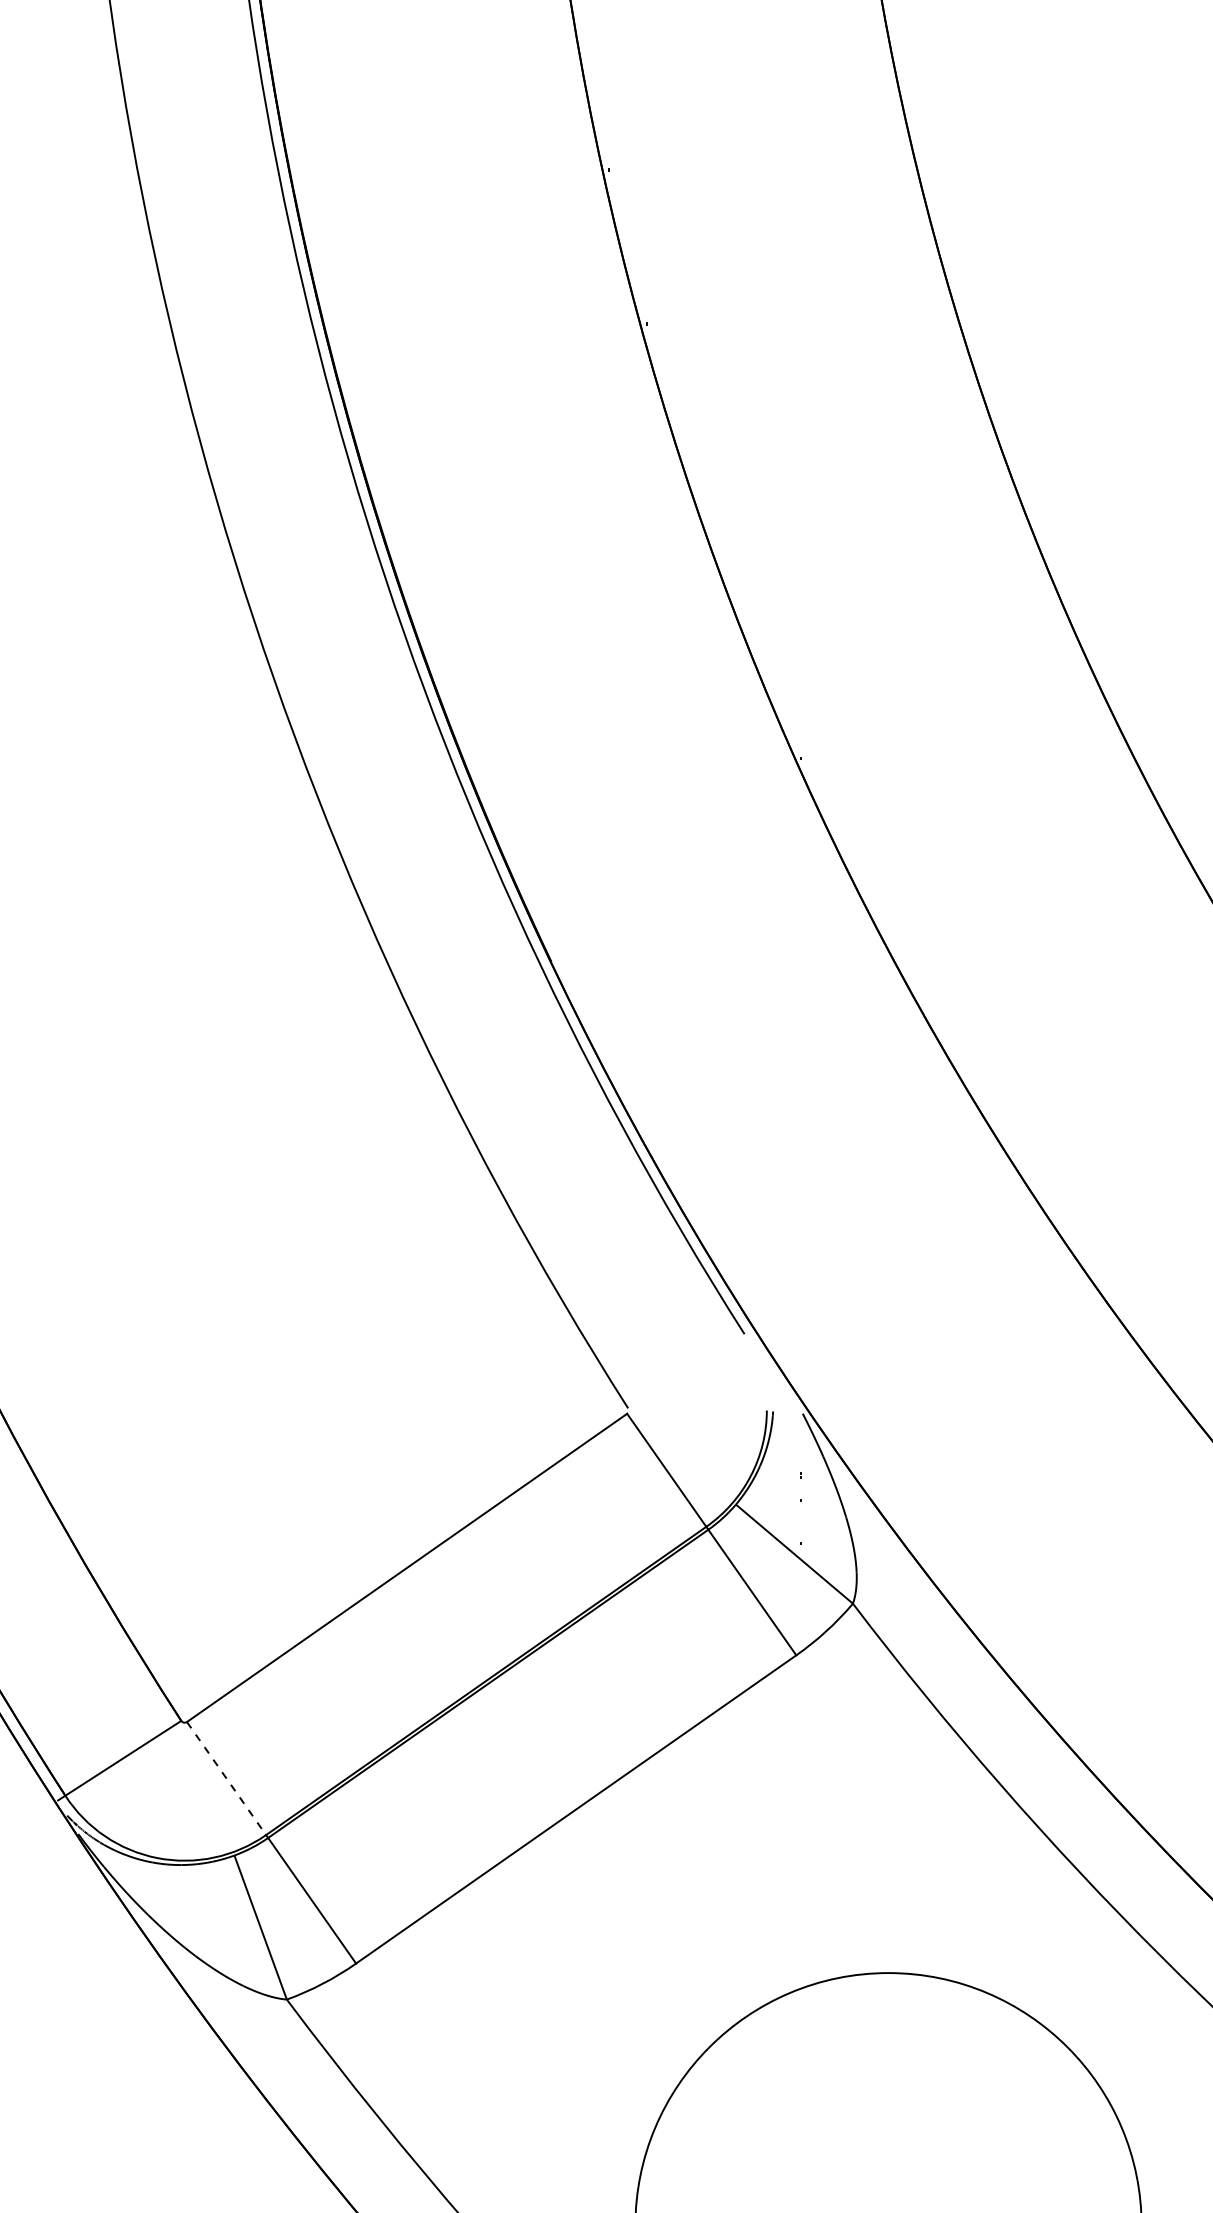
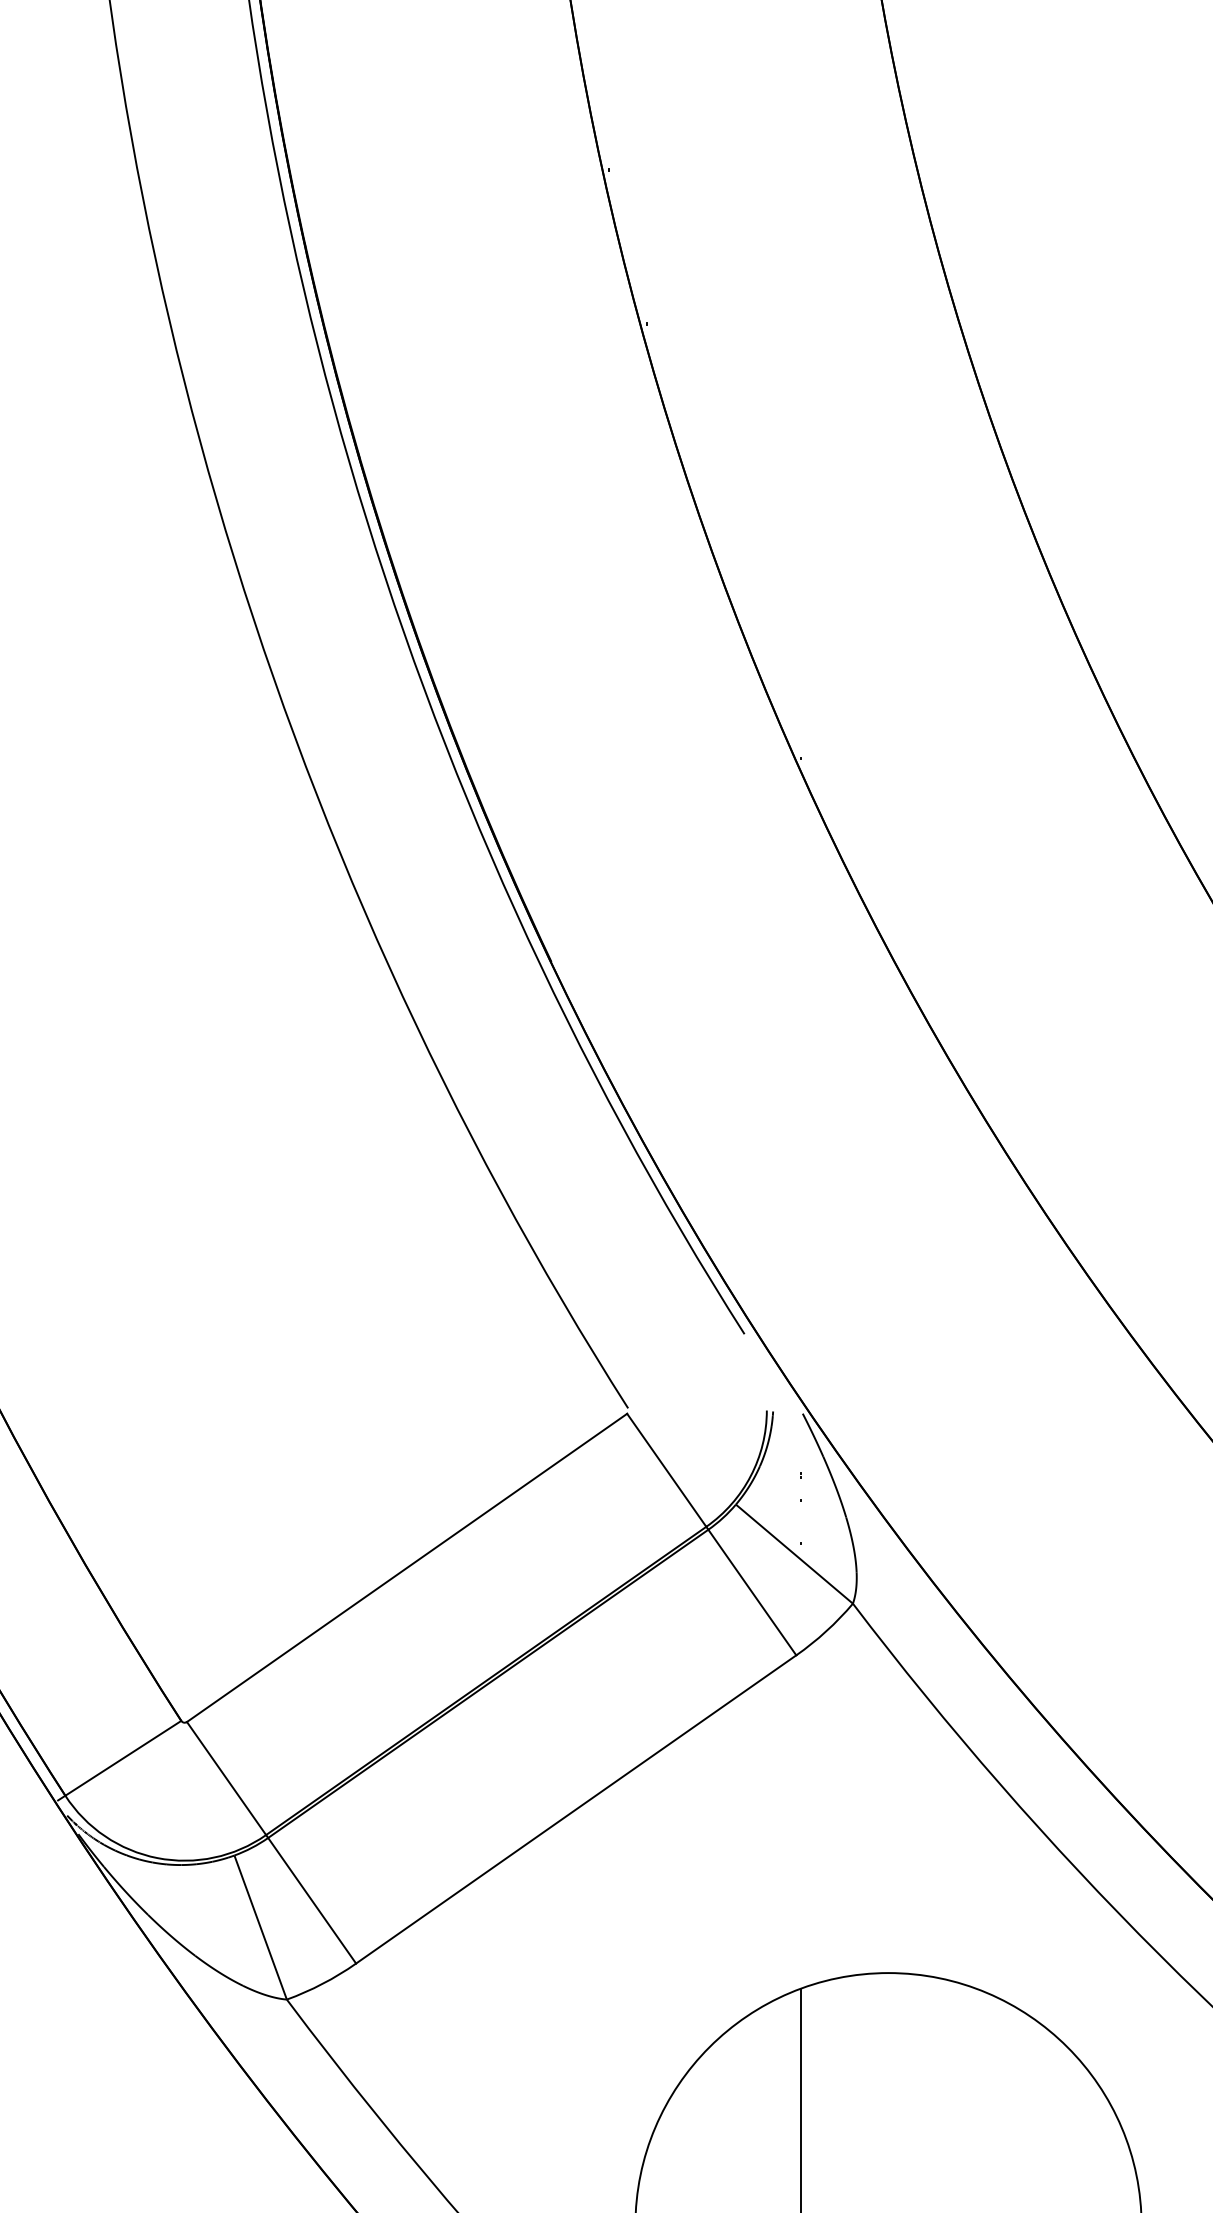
line at (226, 1778): dashed -> solid
line at (800, 2099): none -> present
